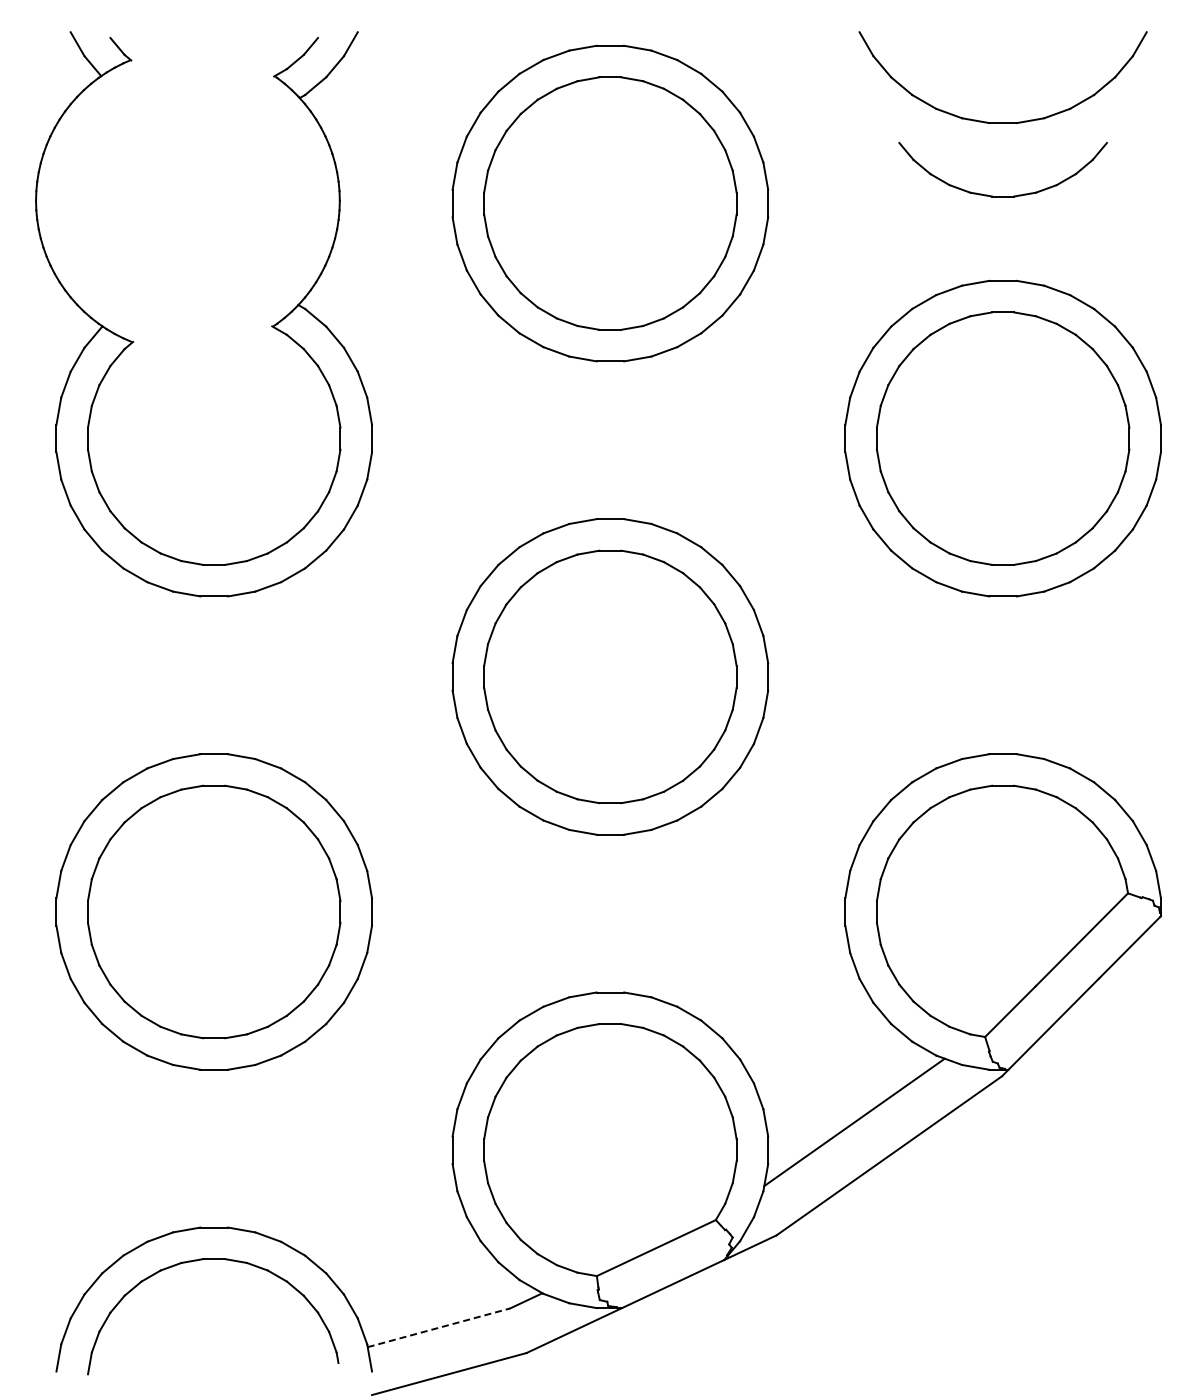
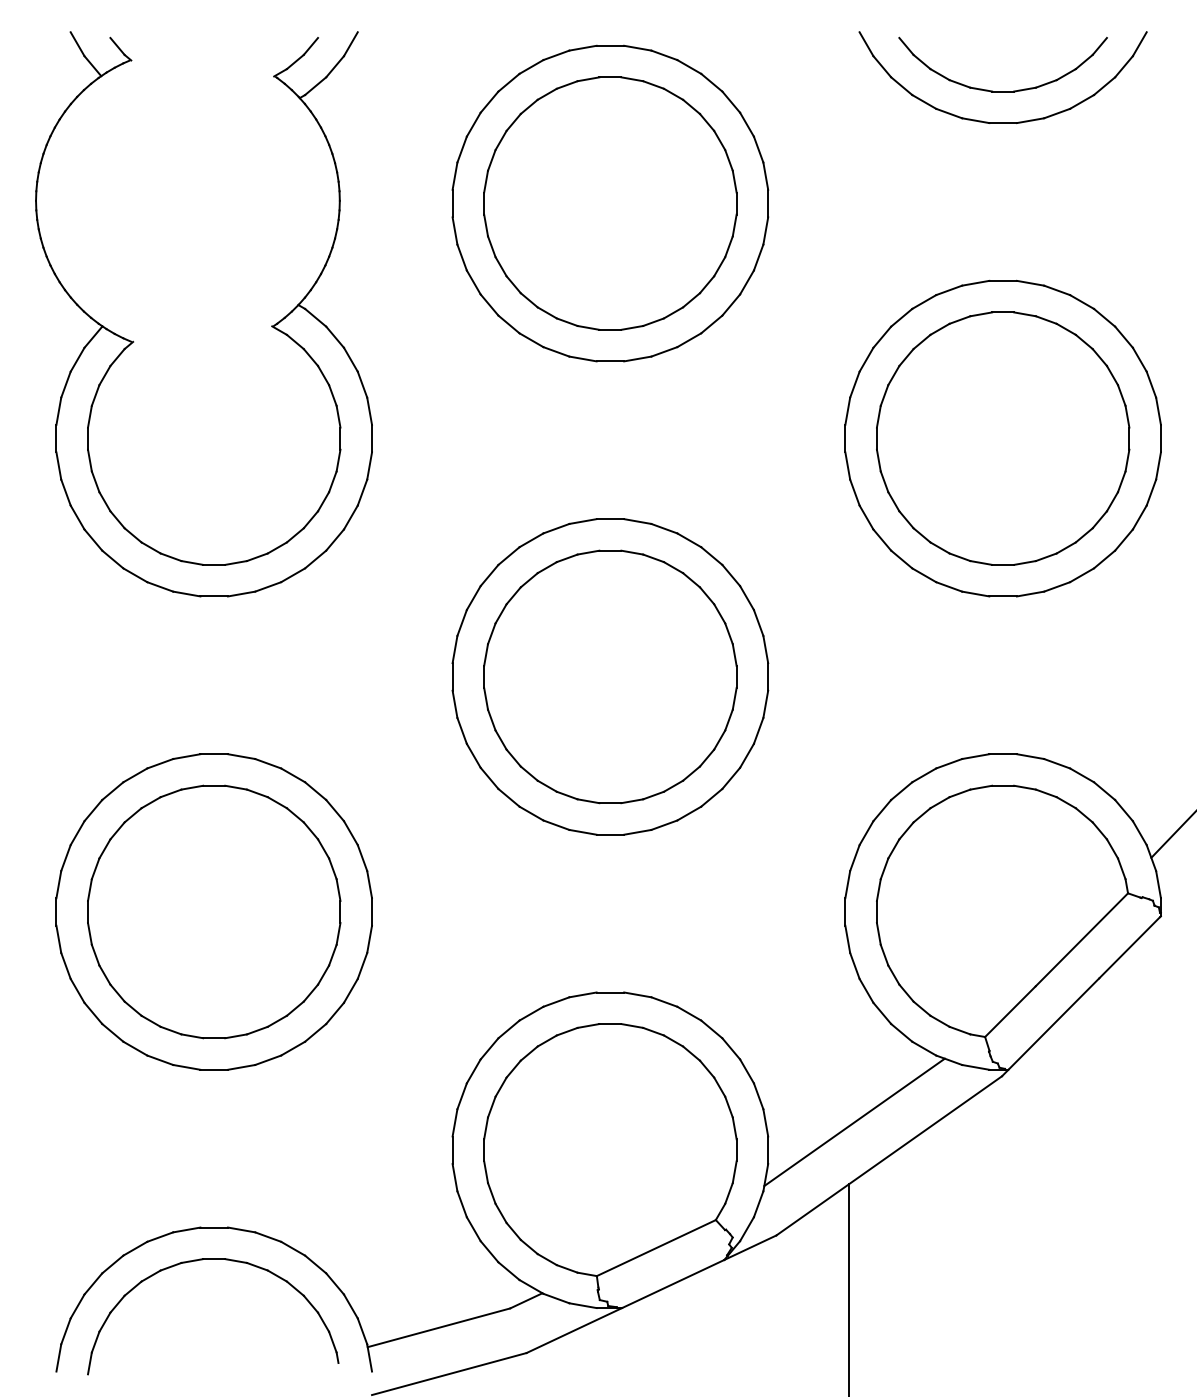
part at (1002, 196) position: (1002, 196) -> (1002, 91)
line at (1172, 835): none -> present
line at (848, 1288): none -> present
line at (438, 1327): dashed -> solid
